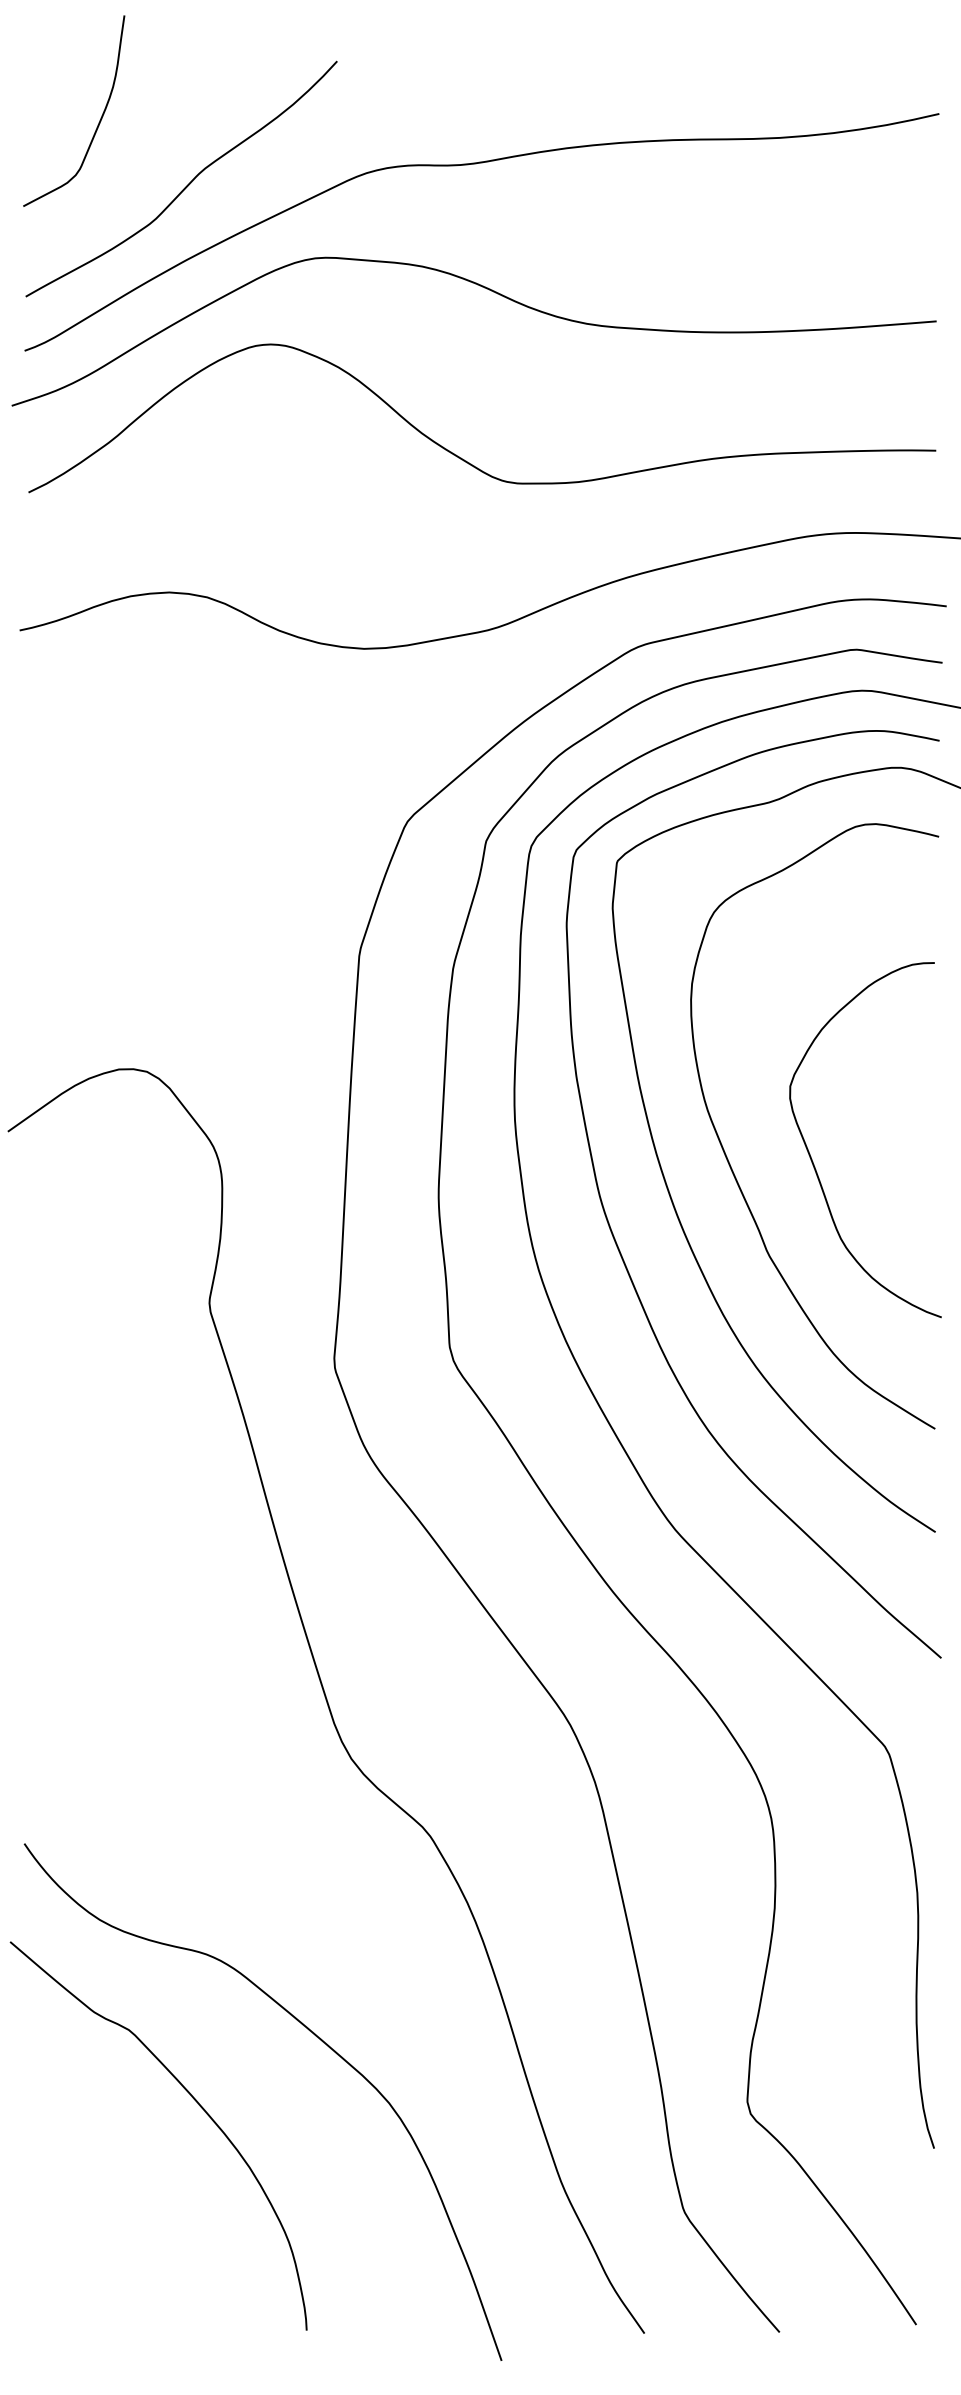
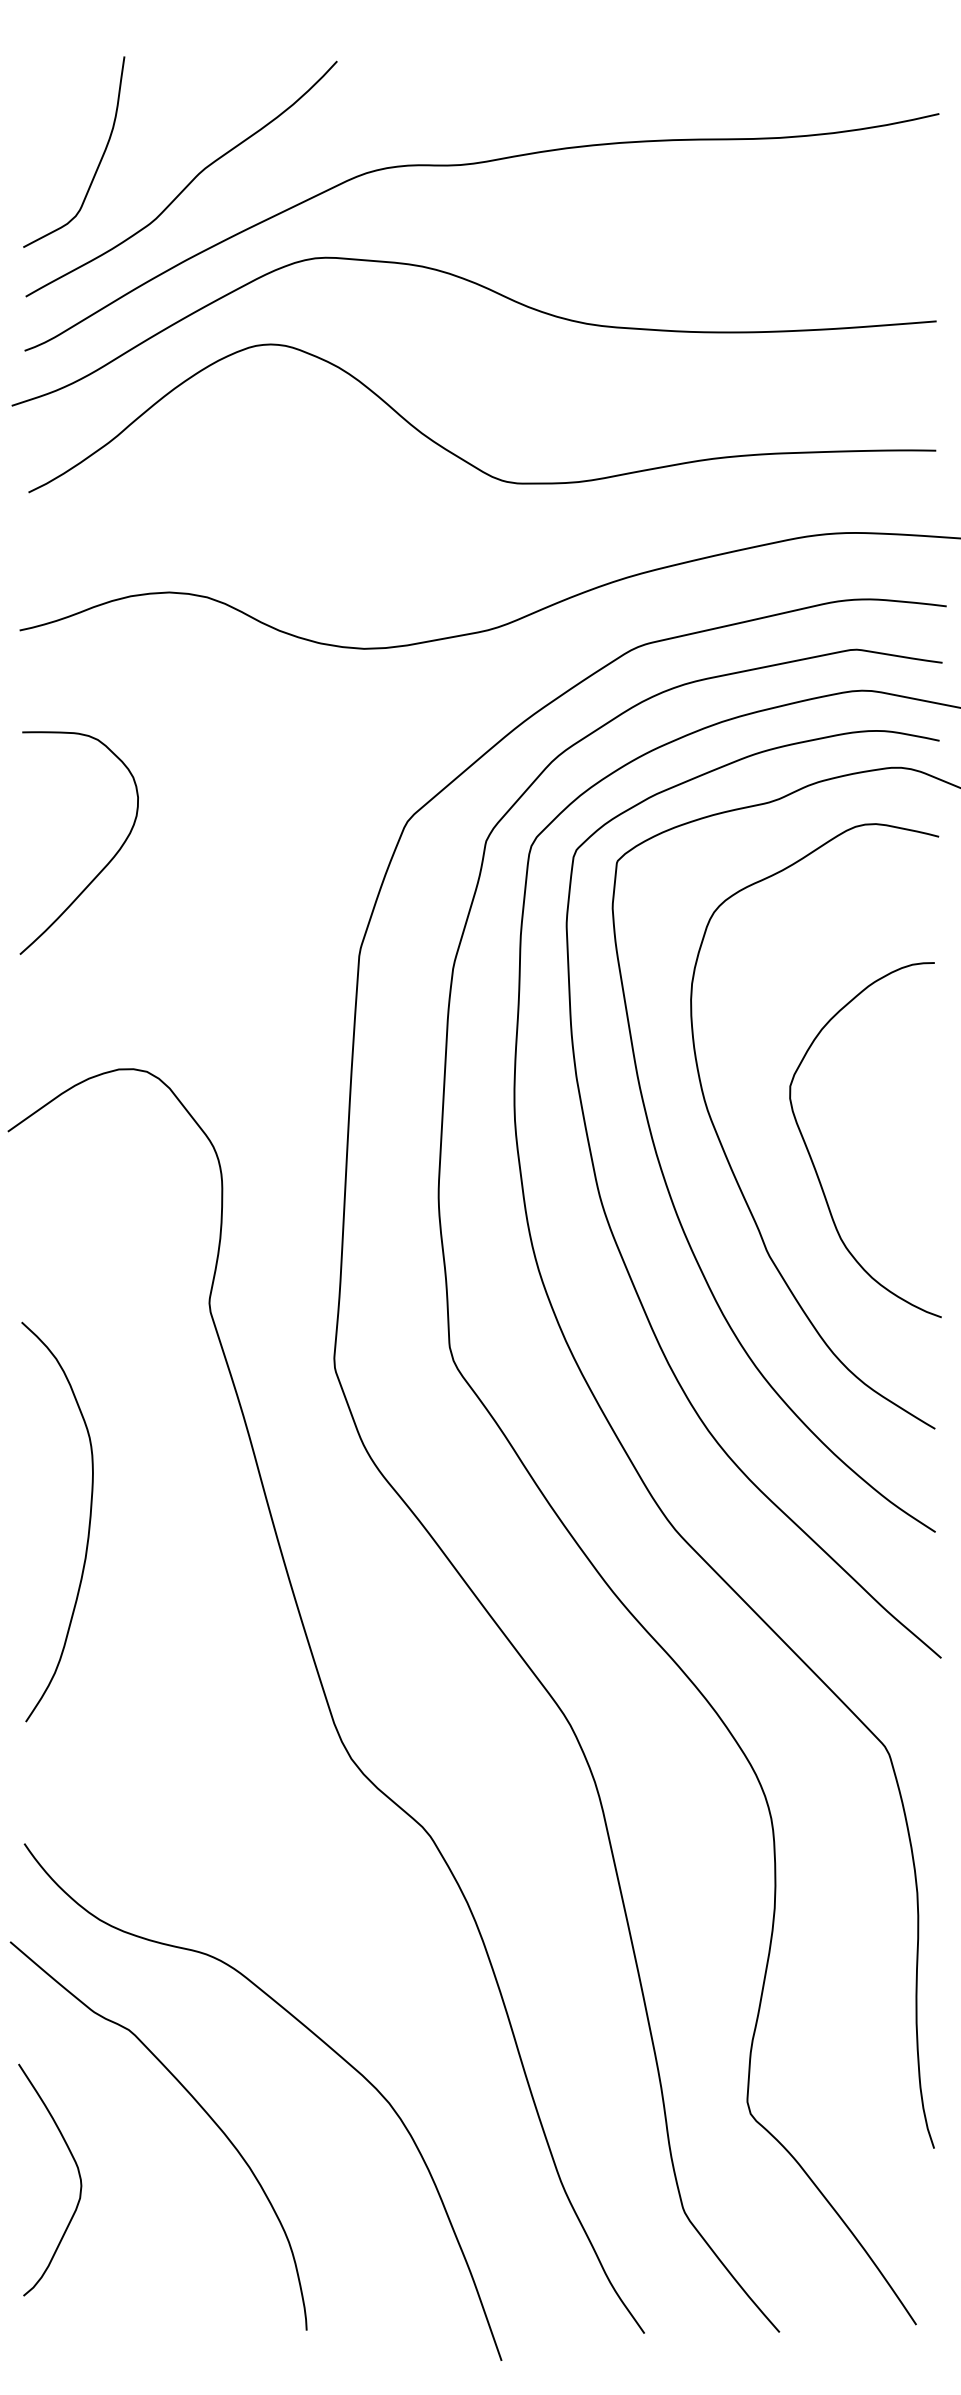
curve at (98, 122) position: (98, 122) -> (98, 163)
curve at (103, 867): none -> present
curve at (88, 1524): none -> present
curve at (78, 2175): none -> present
